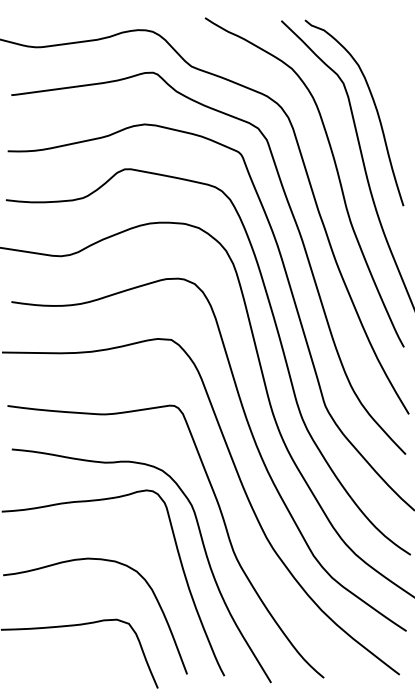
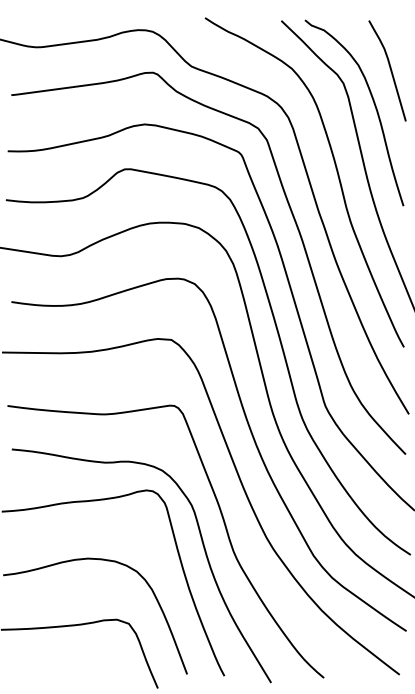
curve at (389, 68): none -> present
